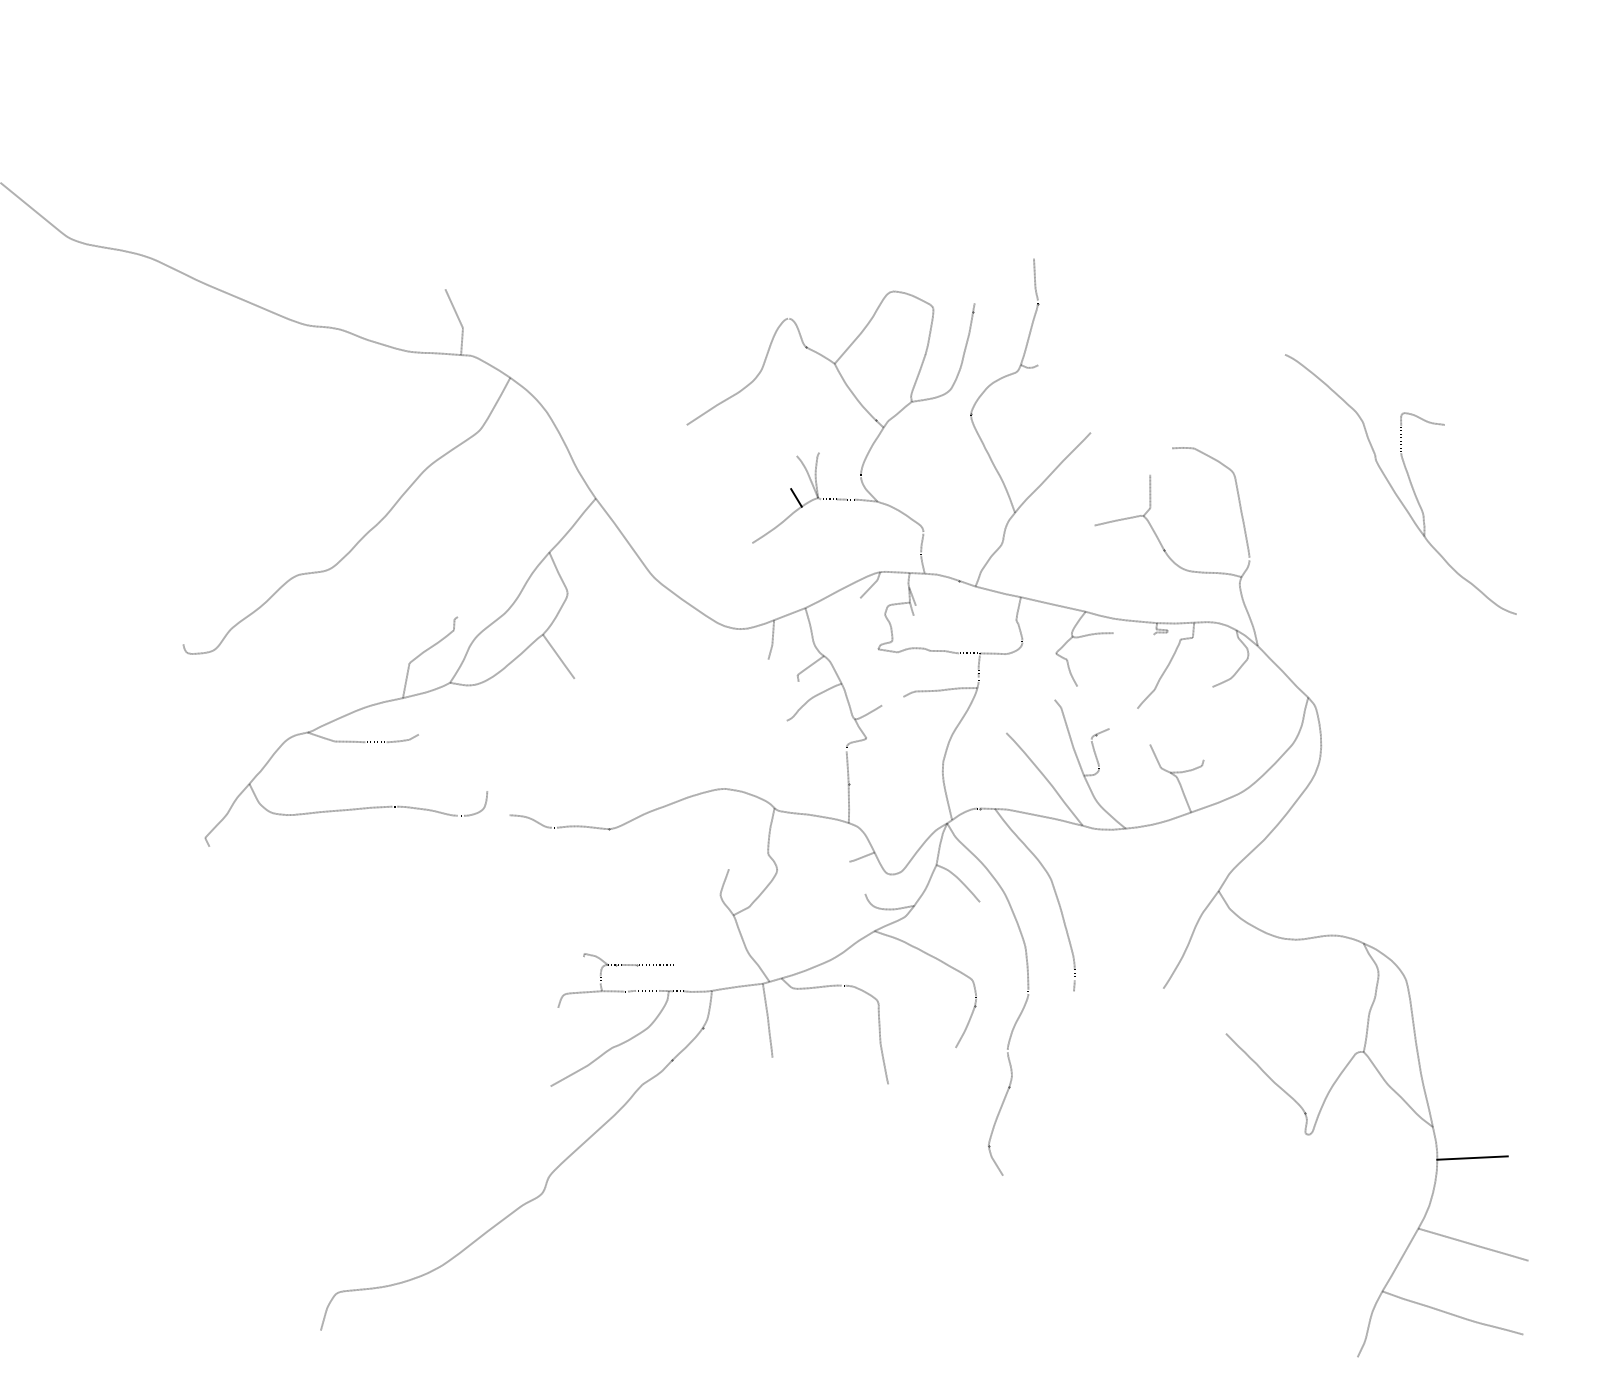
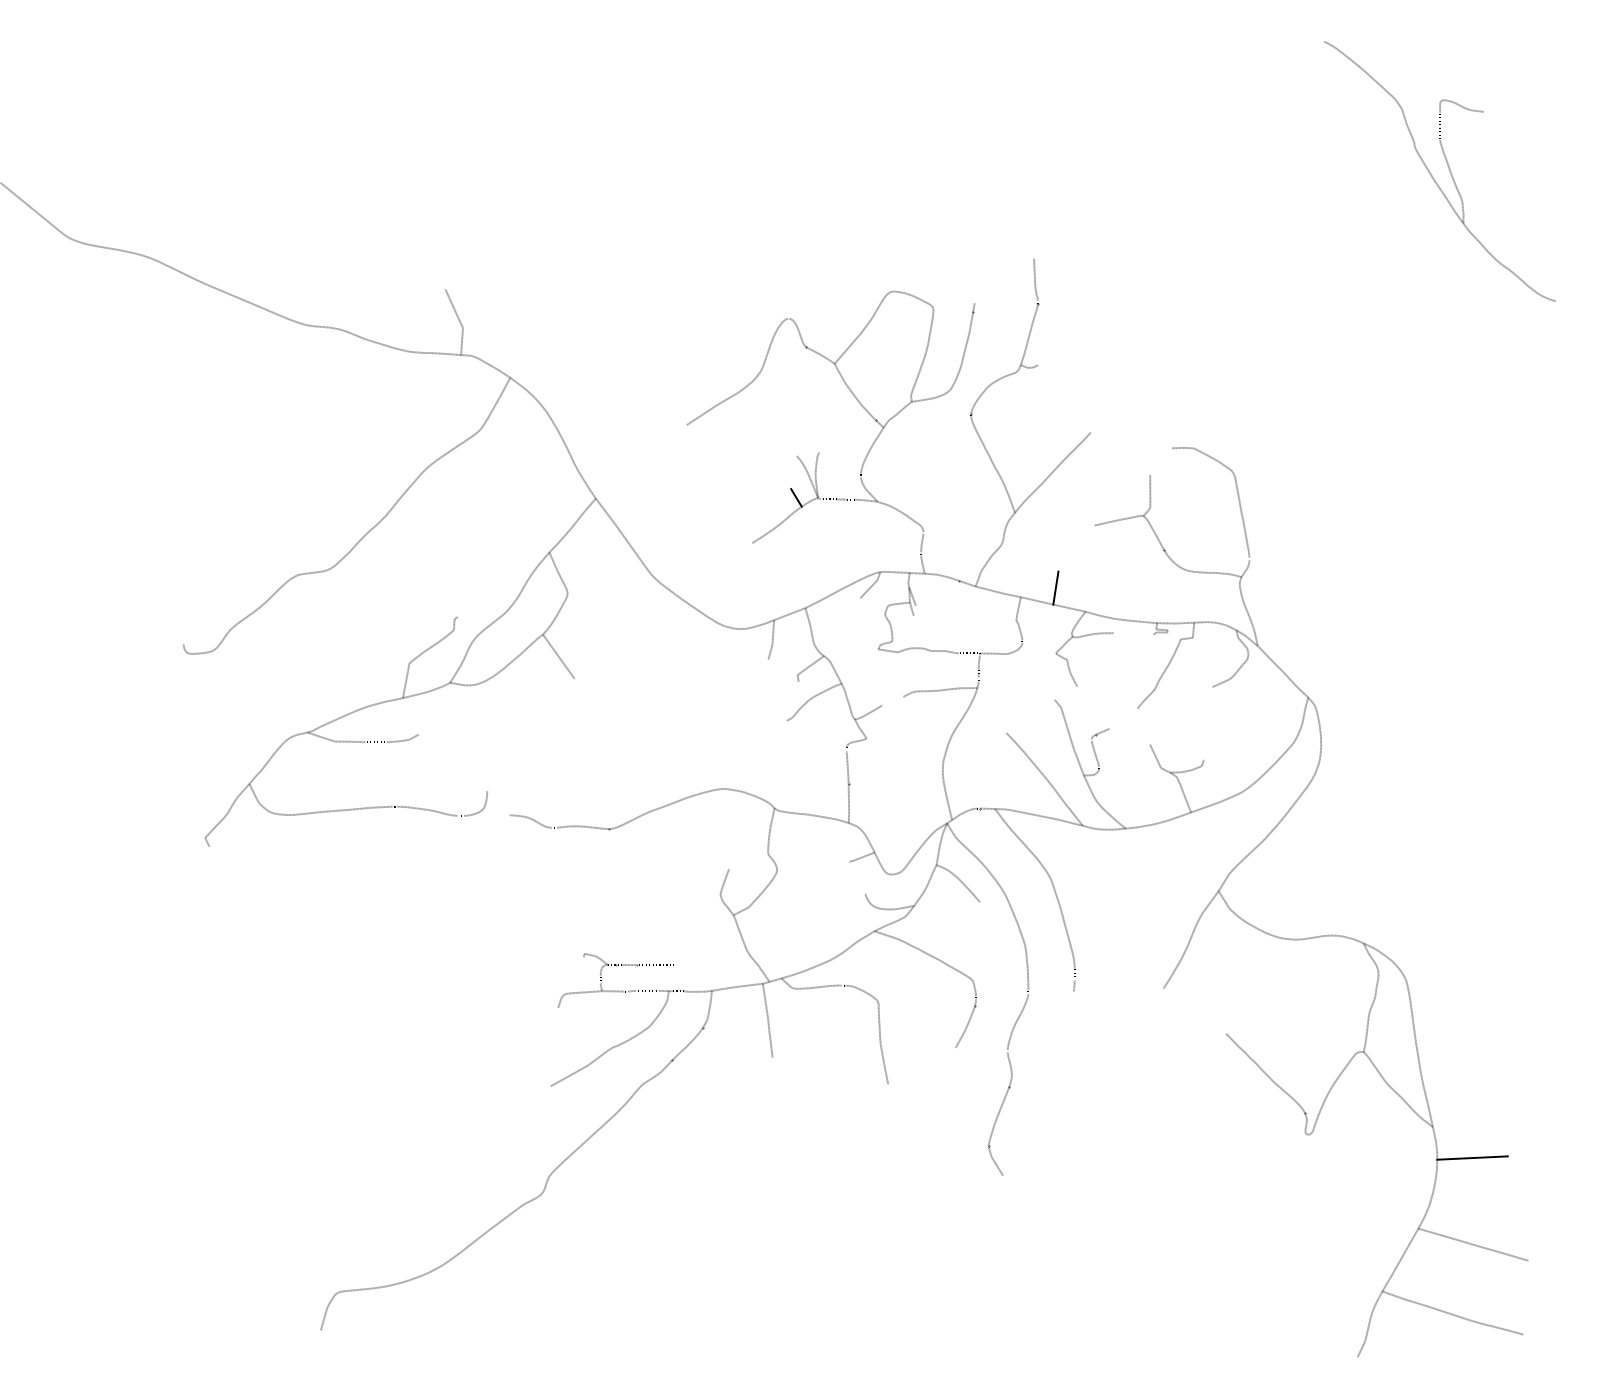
part at (1393, 488) position: (1393, 488) -> (1432, 175)
line at (1055, 587): none -> present
